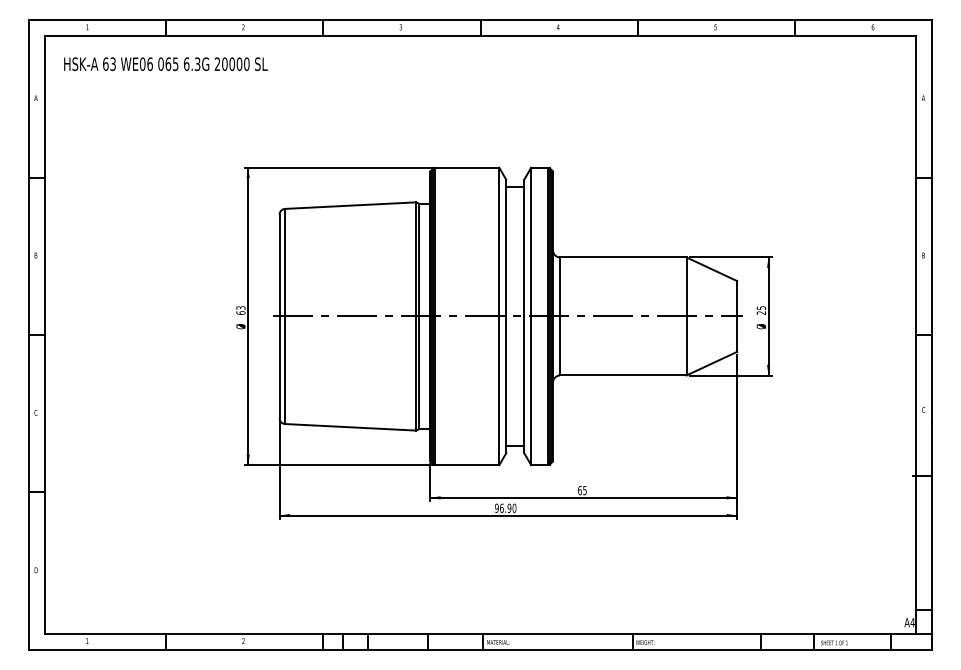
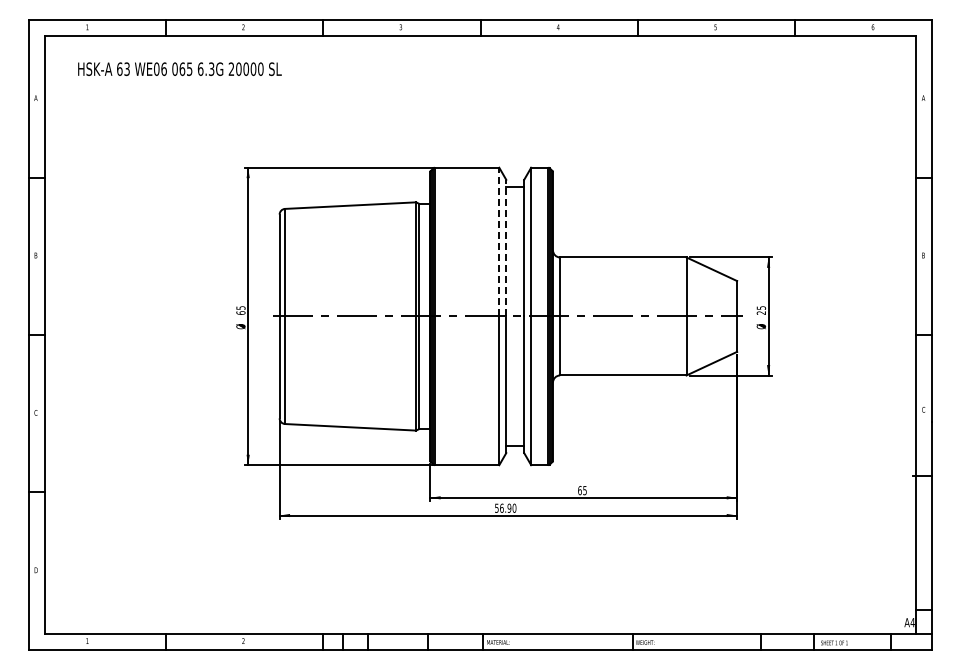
text at (165, 63) position: (165, 63) -> (179, 68)
line at (499, 241): solid -> dashed
line at (506, 247): solid -> dashed
text at (240, 307): 63 -> 65
text at (496, 507): 96.90 -> 56.90
